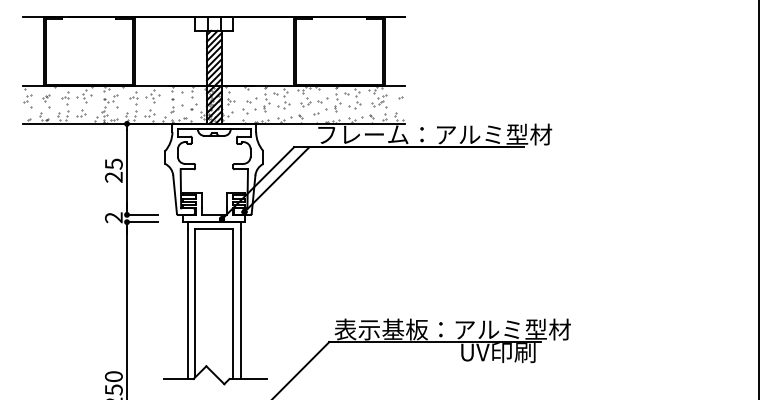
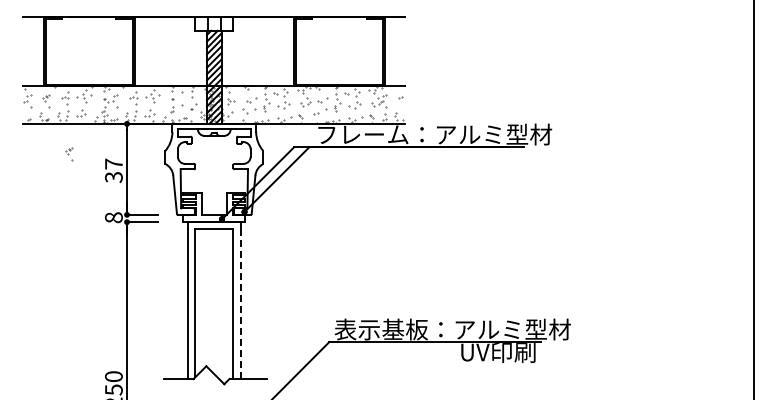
part at (69, 154): none -> present
text at (113, 170): 25 -> 37
line at (758, 199) position: (758, 199) -> (753, 199)
text at (113, 217): 2 -> 8
line at (240, 304): solid -> dashed
